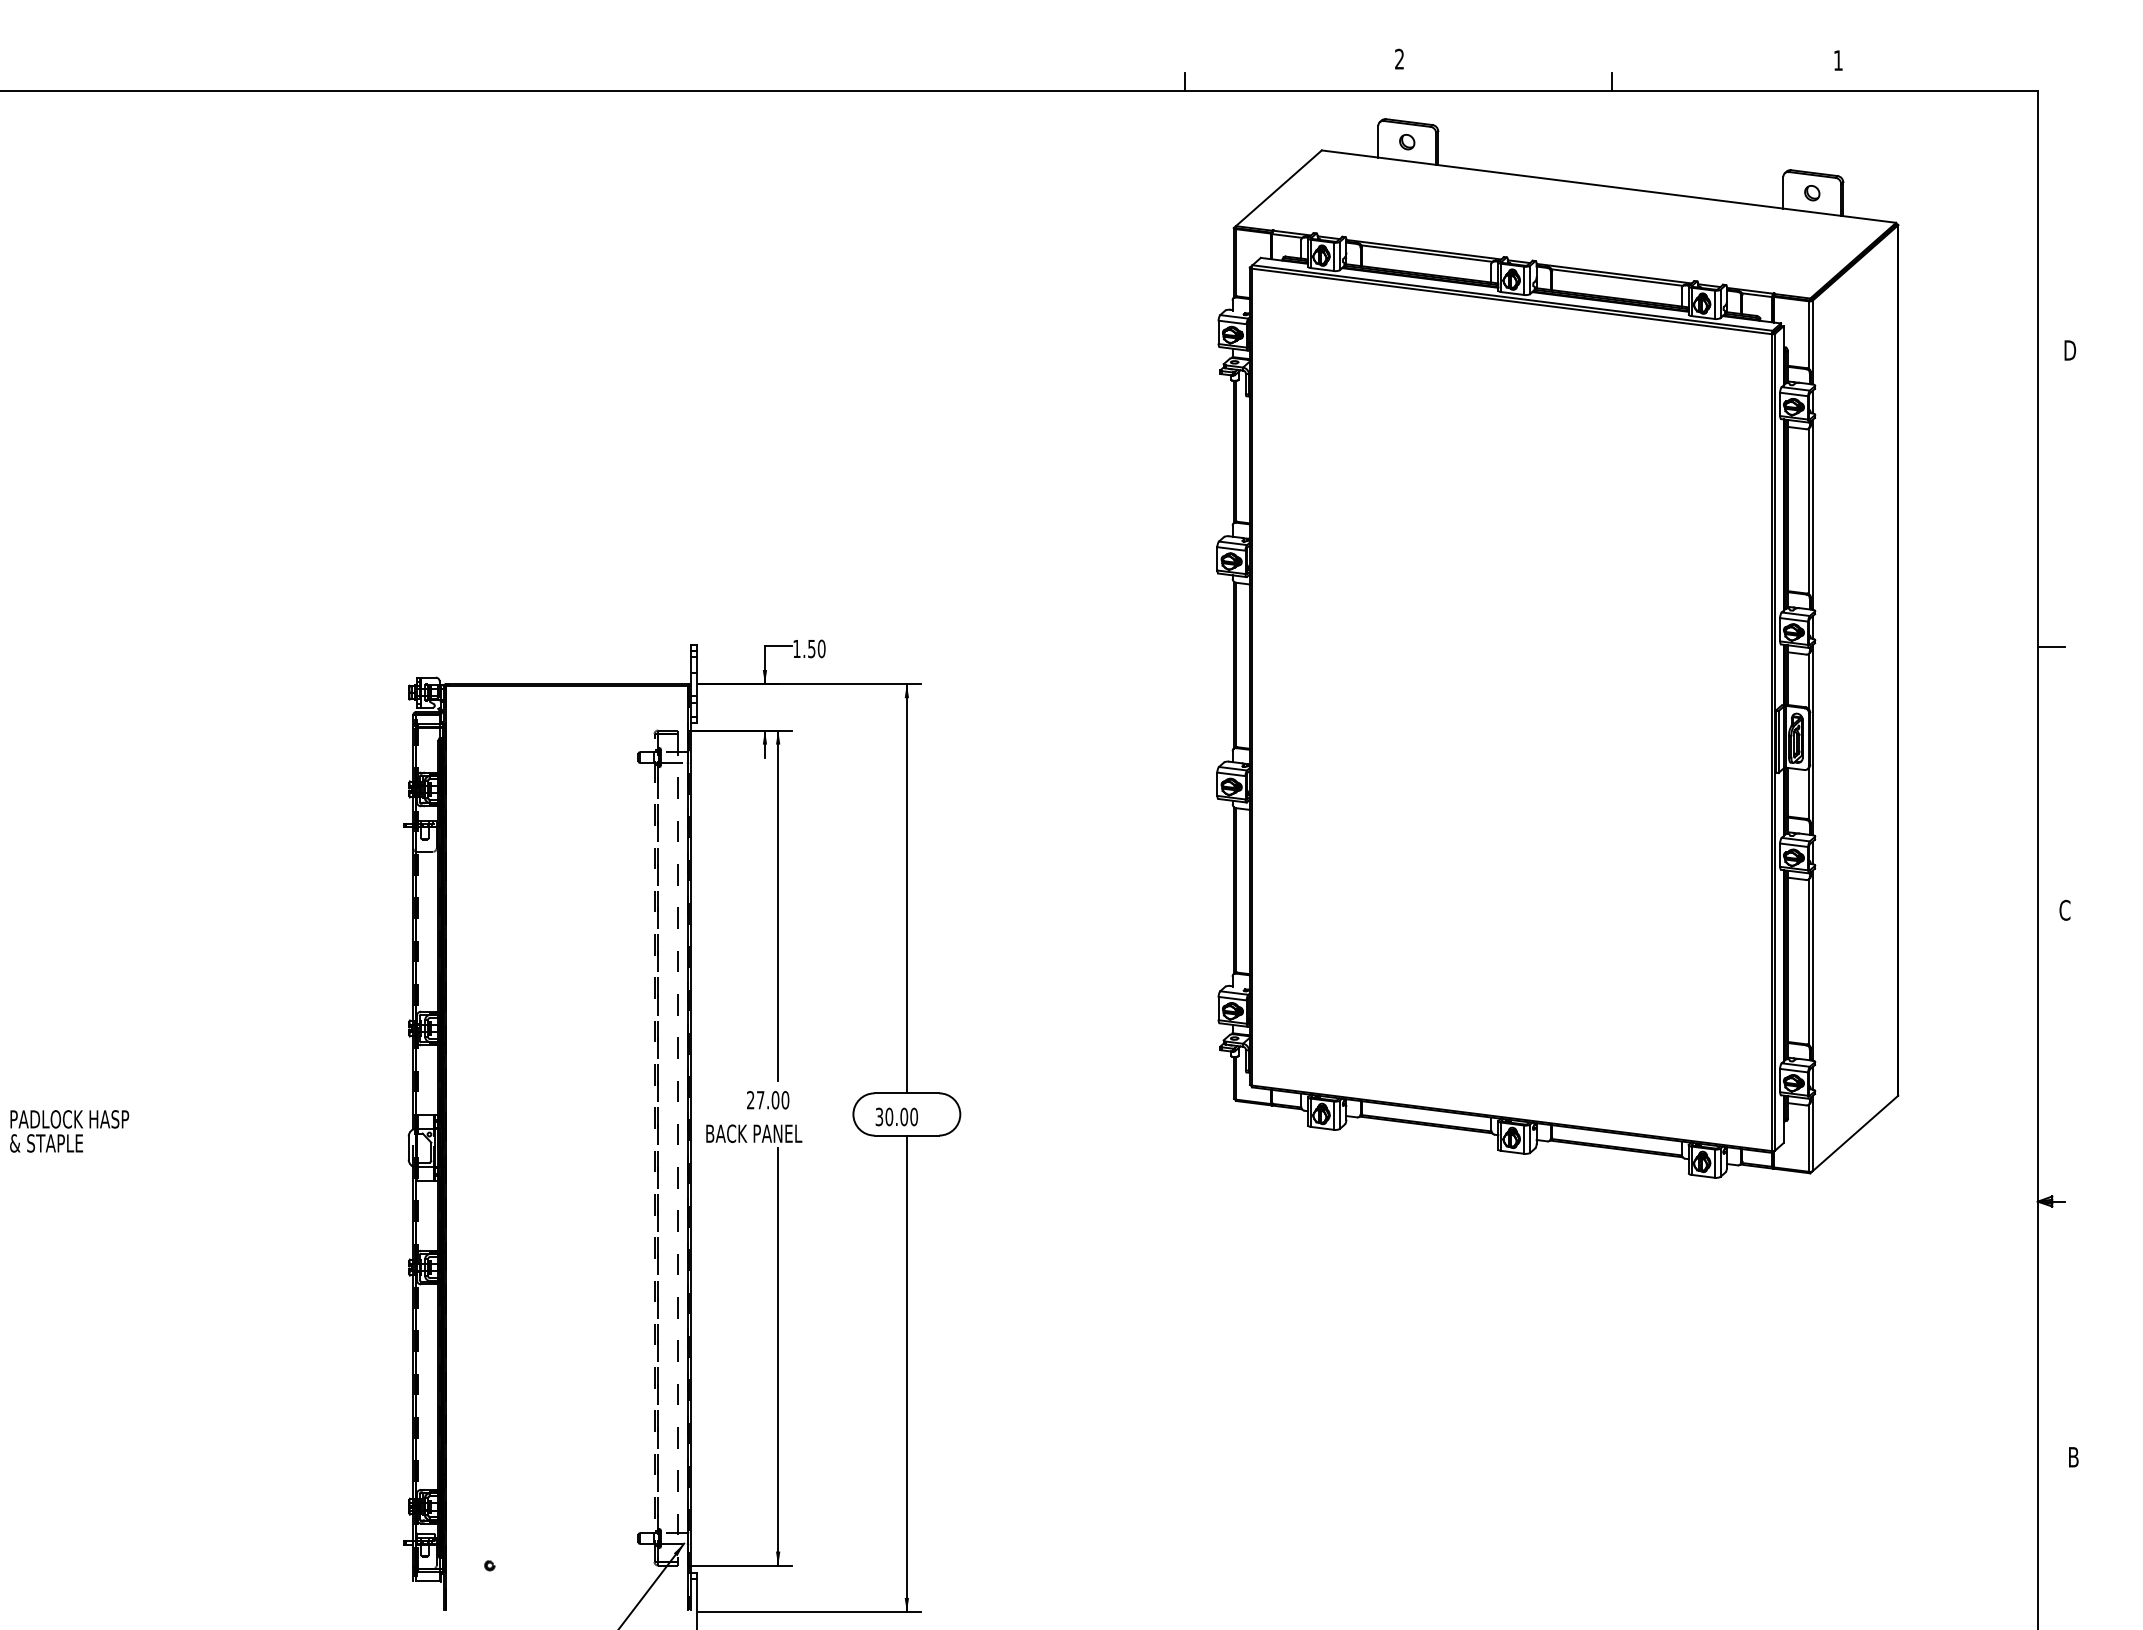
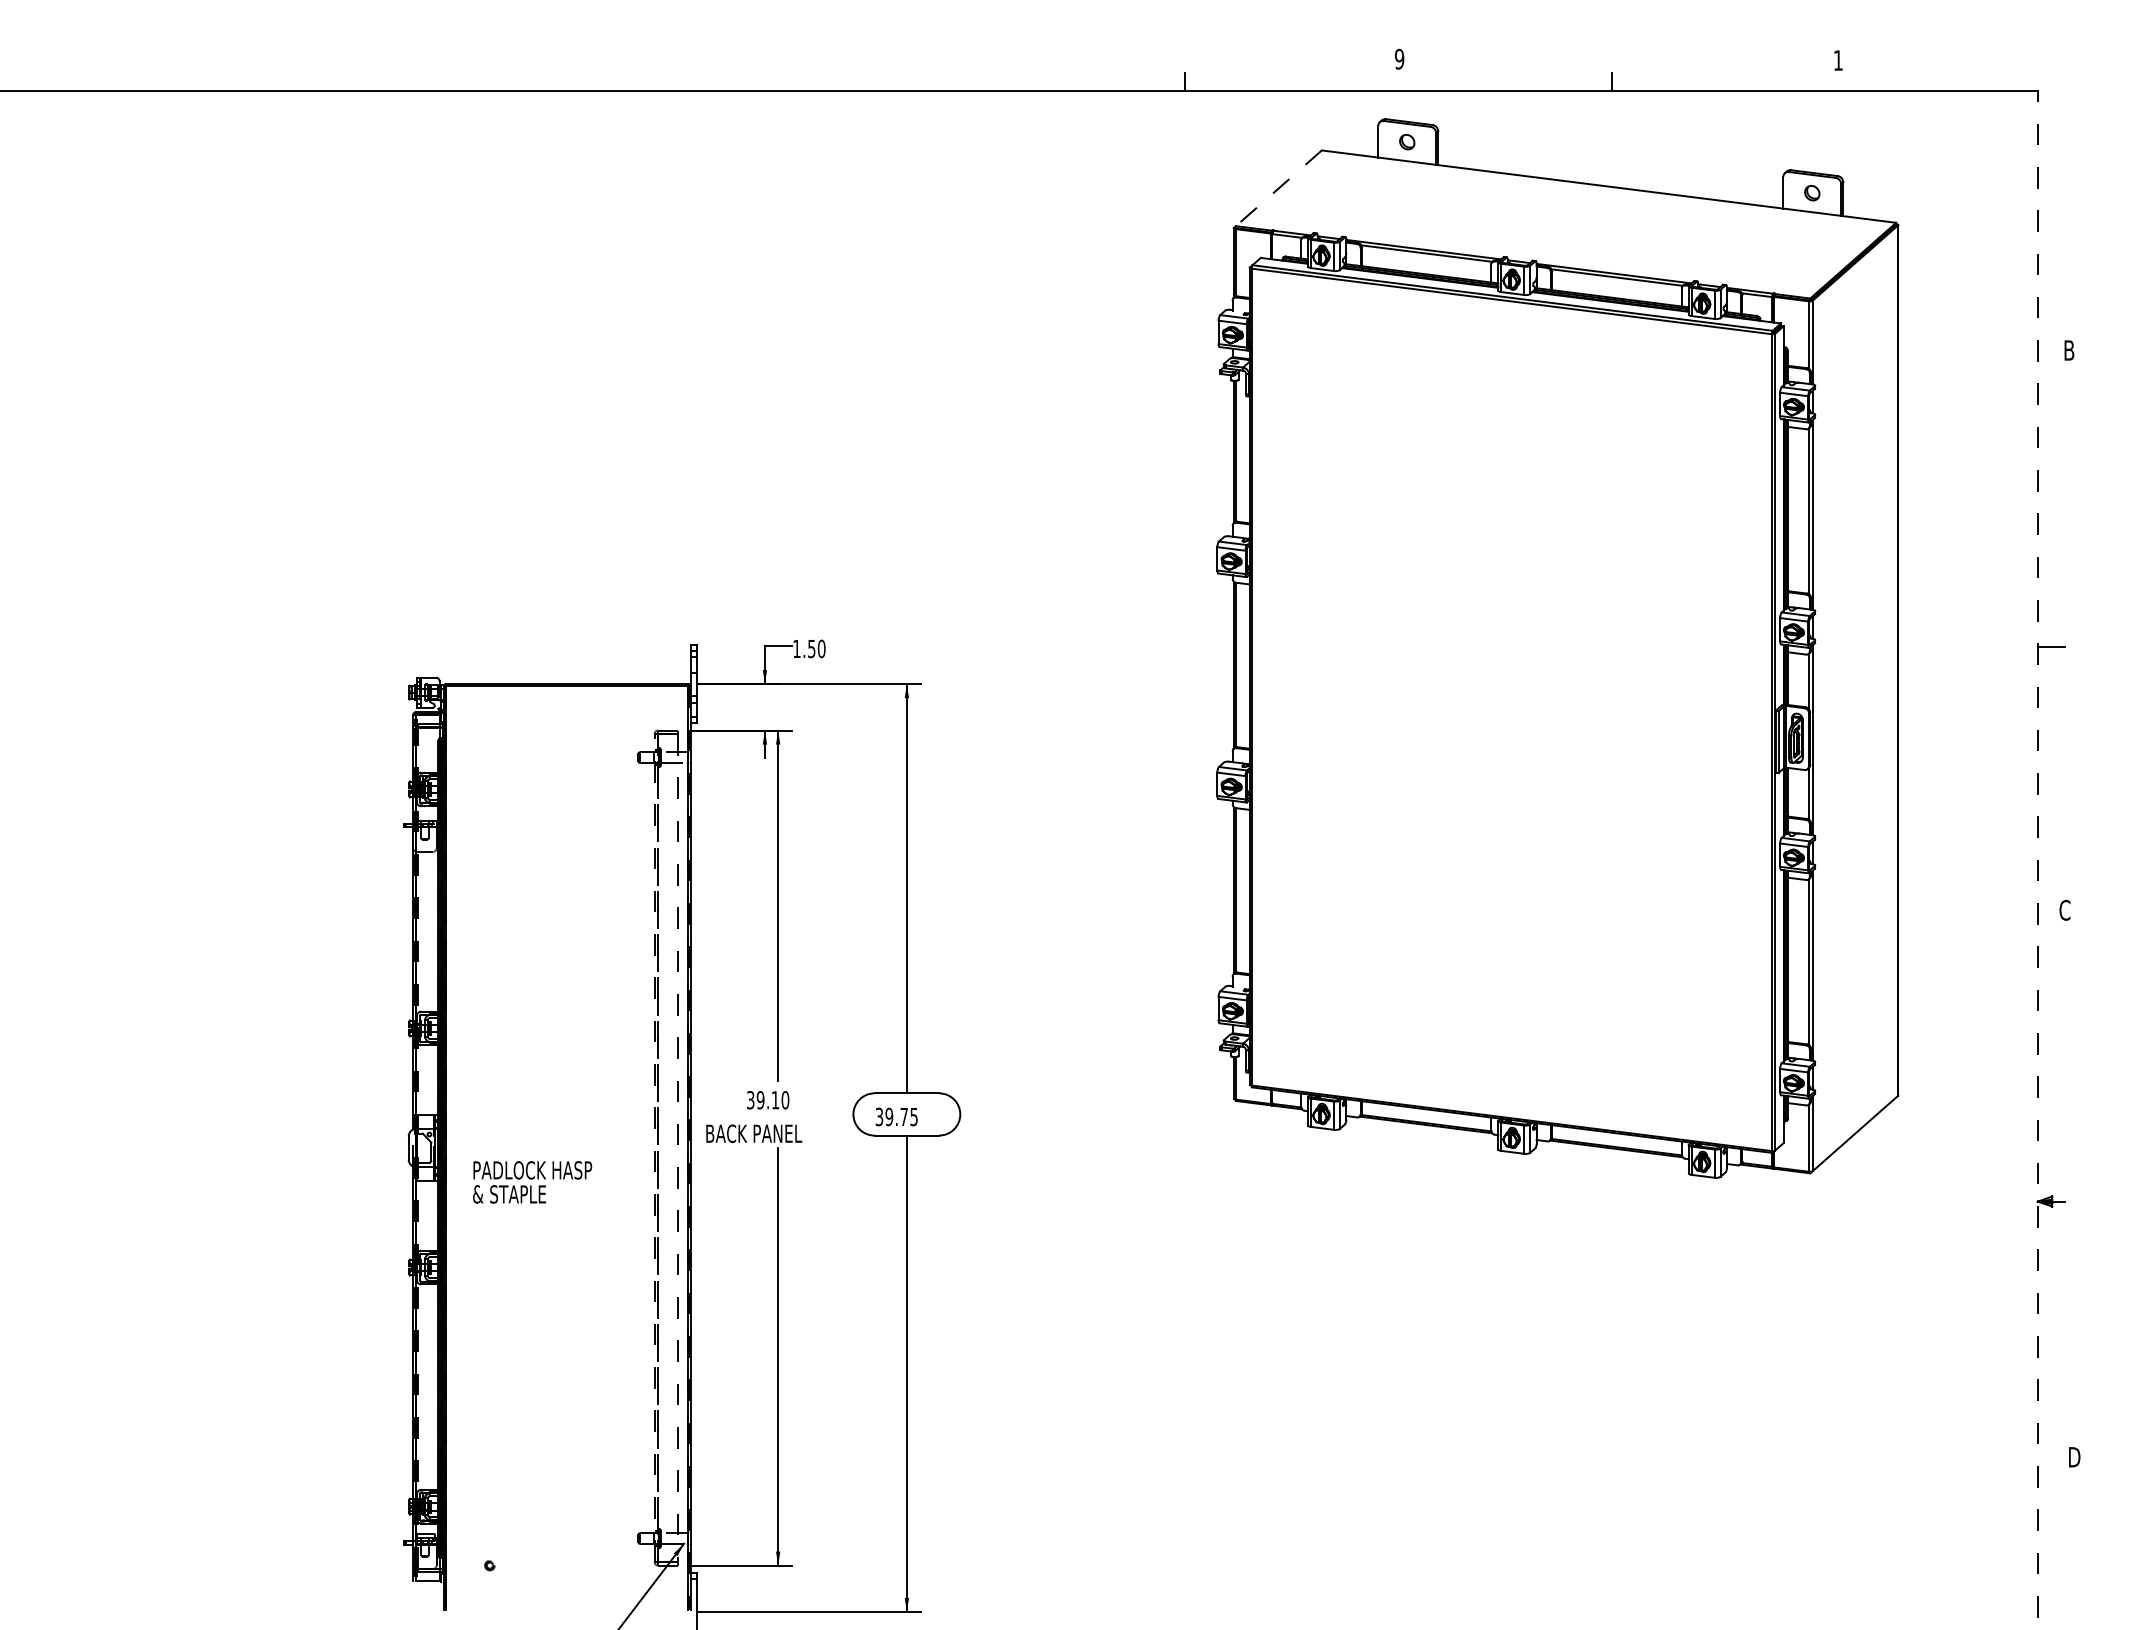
text at (1399, 58): 2 -> 9
line at (1278, 188): solid -> dashed
text at (2071, 350): D -> B
line at (2037, 859): solid -> dashed
text at (763, 1100): 27.00 -> 39.10
text at (901, 1116): 30.00 -> 39.75
text at (69, 1131) position: (69, 1131) -> (532, 1182)
text at (2075, 1457): B -> D
